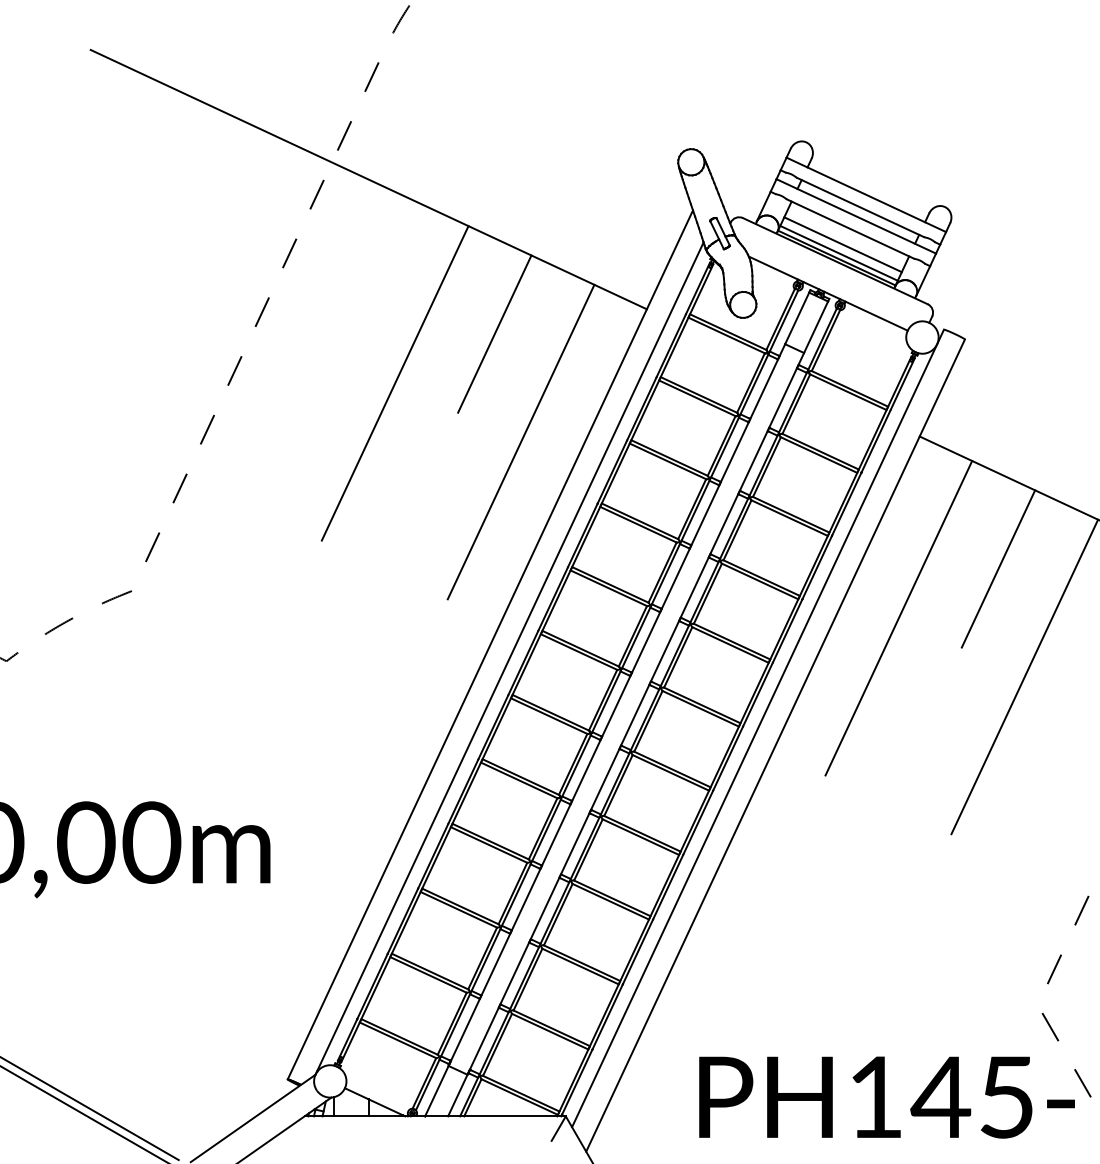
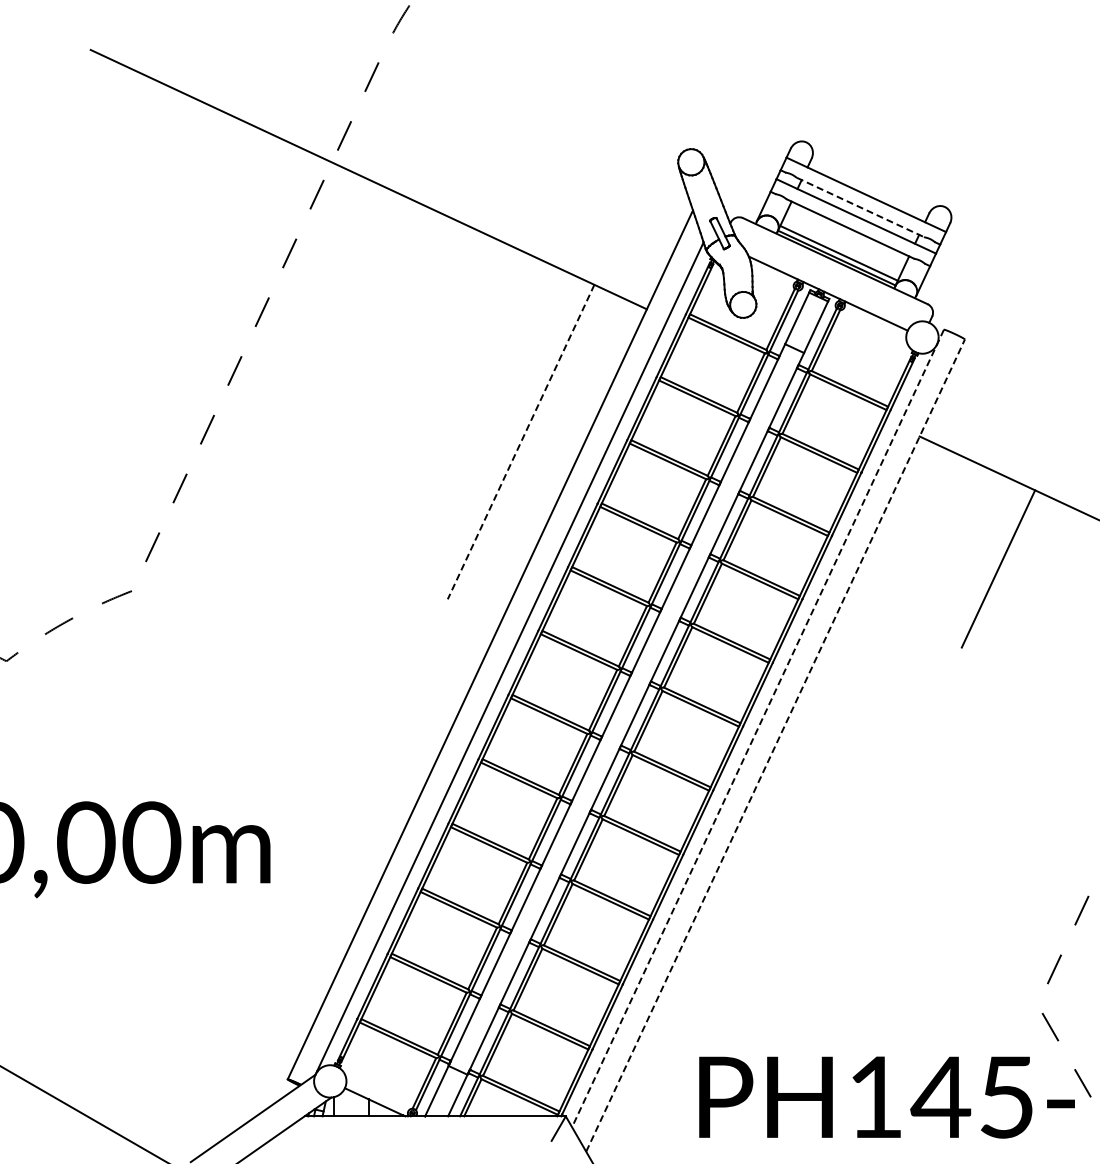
line at (860, 207): solid -> dashed
line at (842, 244): present -> none
line at (494, 333): present -> none
line at (394, 383): present -> none
line at (521, 442): solid -> dashed
line at (898, 617): present -> none
line at (1023, 678): present -> none
line at (758, 728): solid -> dashed
line at (775, 745): solid -> dashed
line at (90, 1109): present -> none
